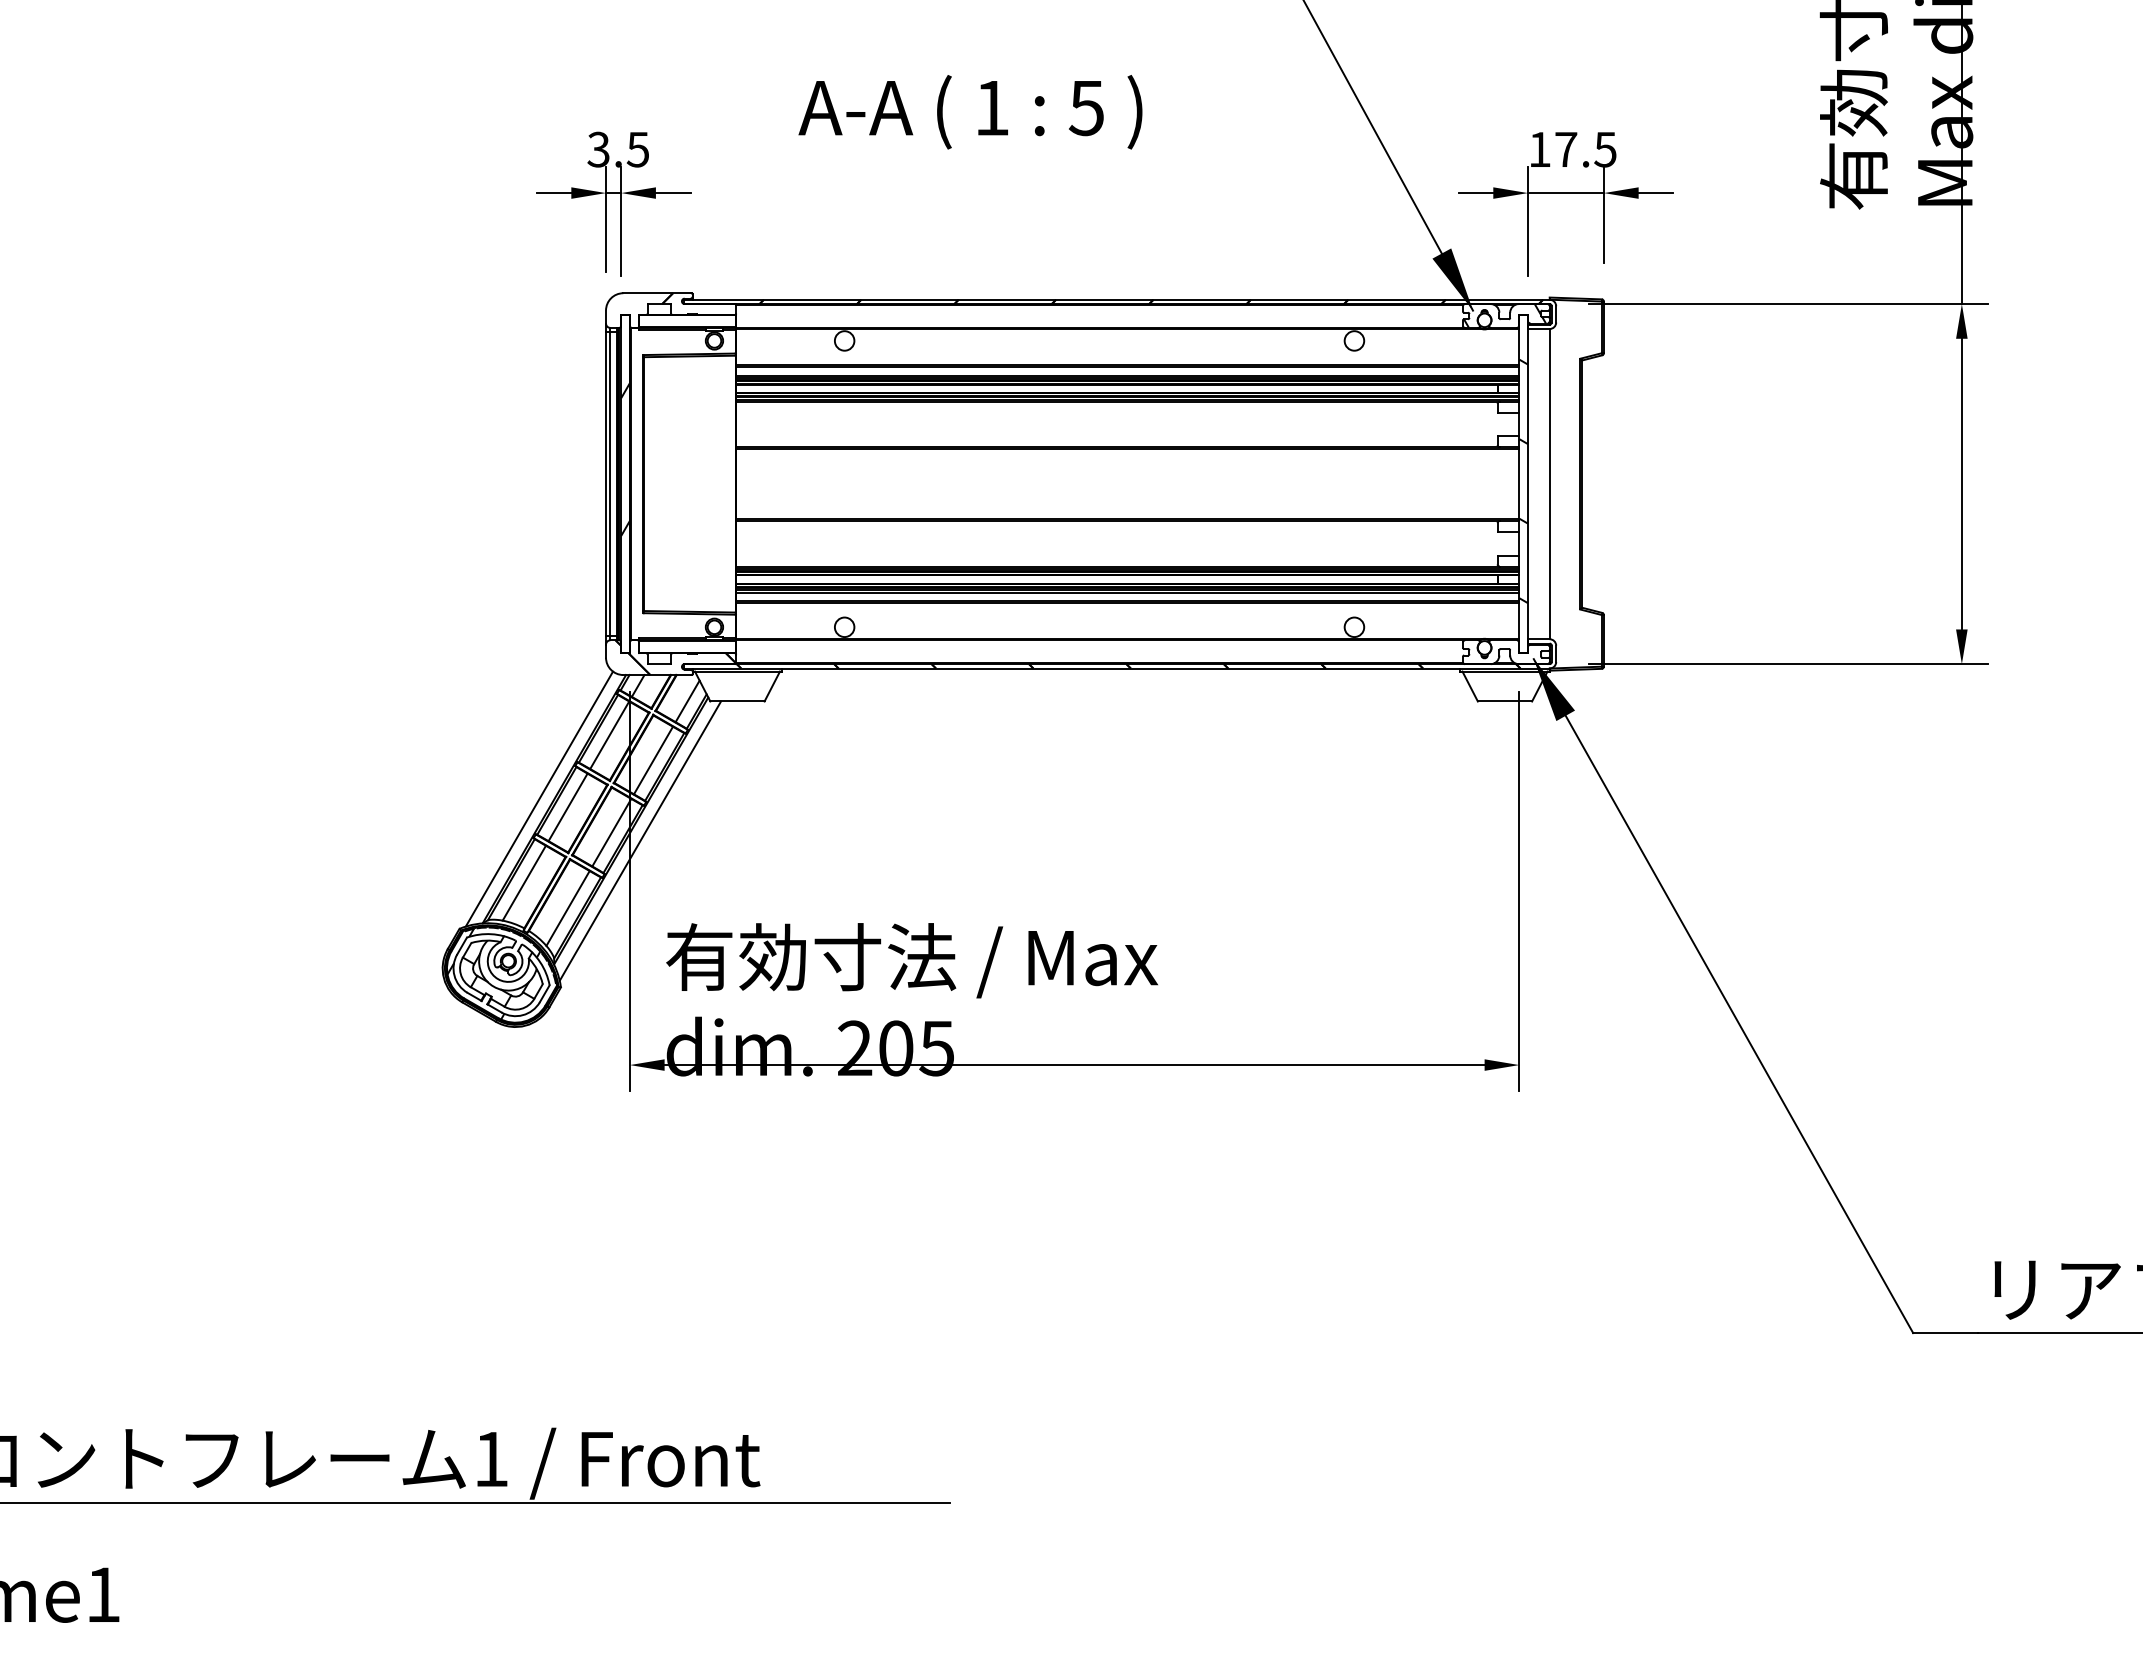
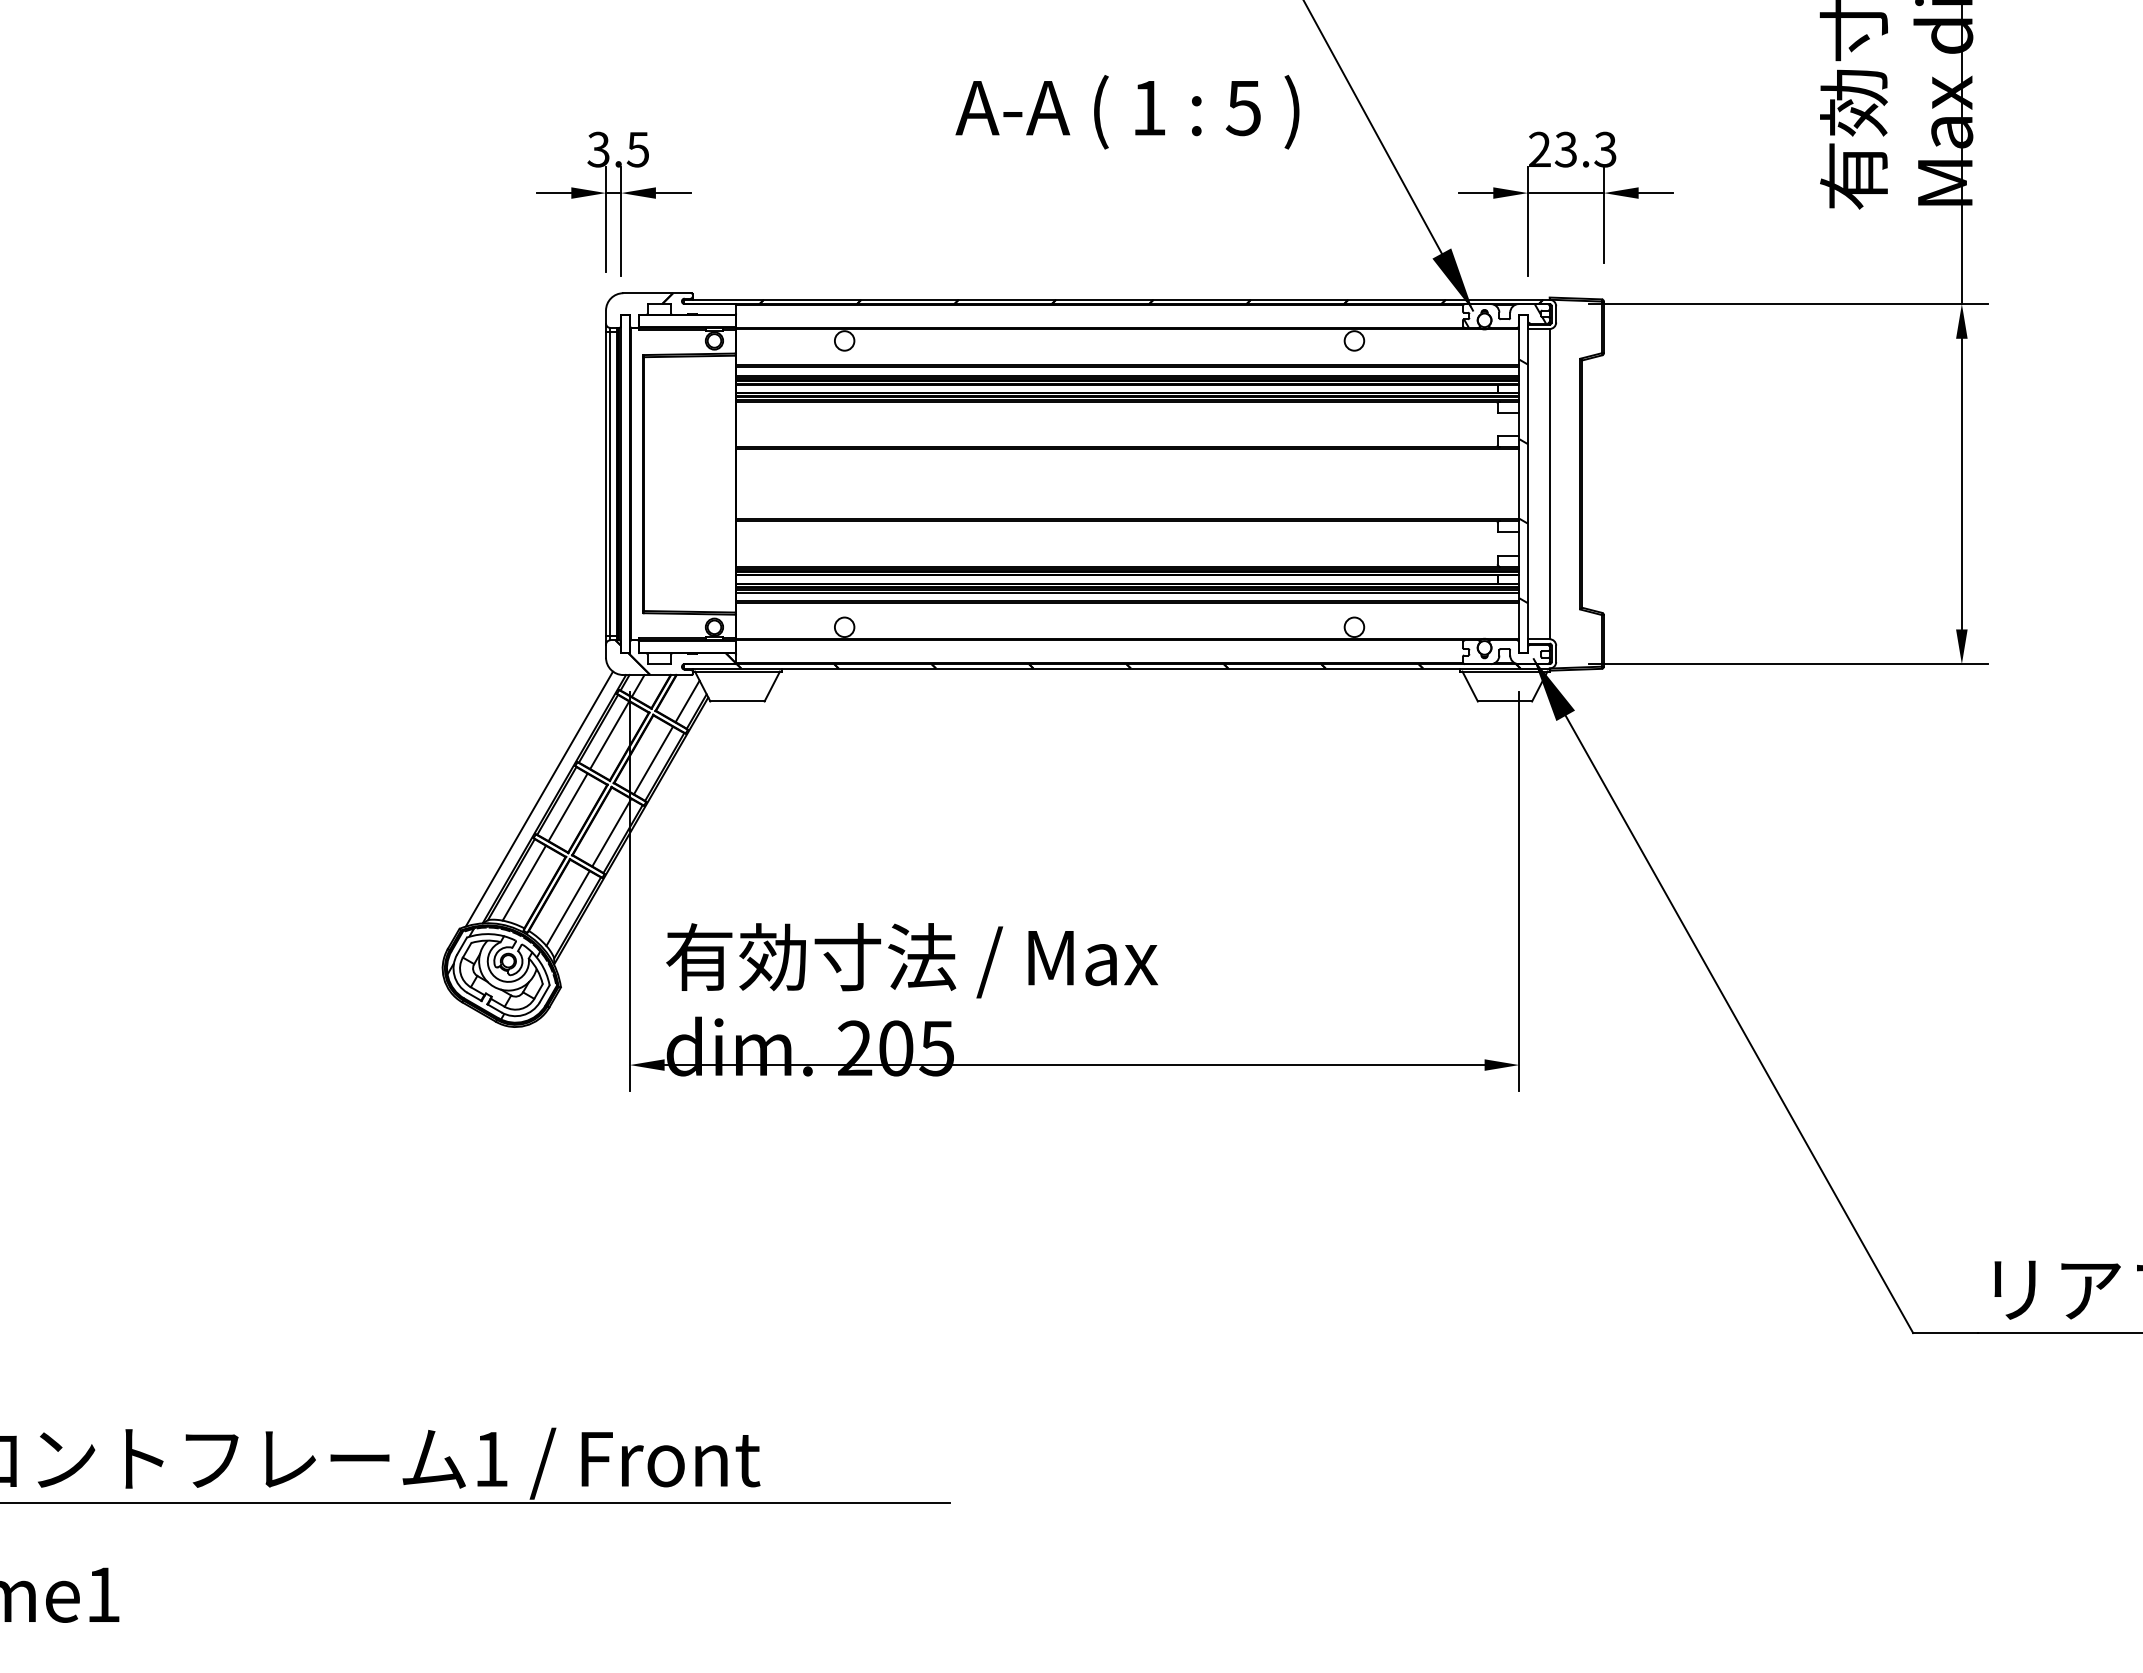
text at (970, 112) position: (970, 112) -> (1127, 112)
text at (1572, 149): 17.5 -> 23.3
hatch at (625, 459): present -> none
line at (640, 840): present -> none
